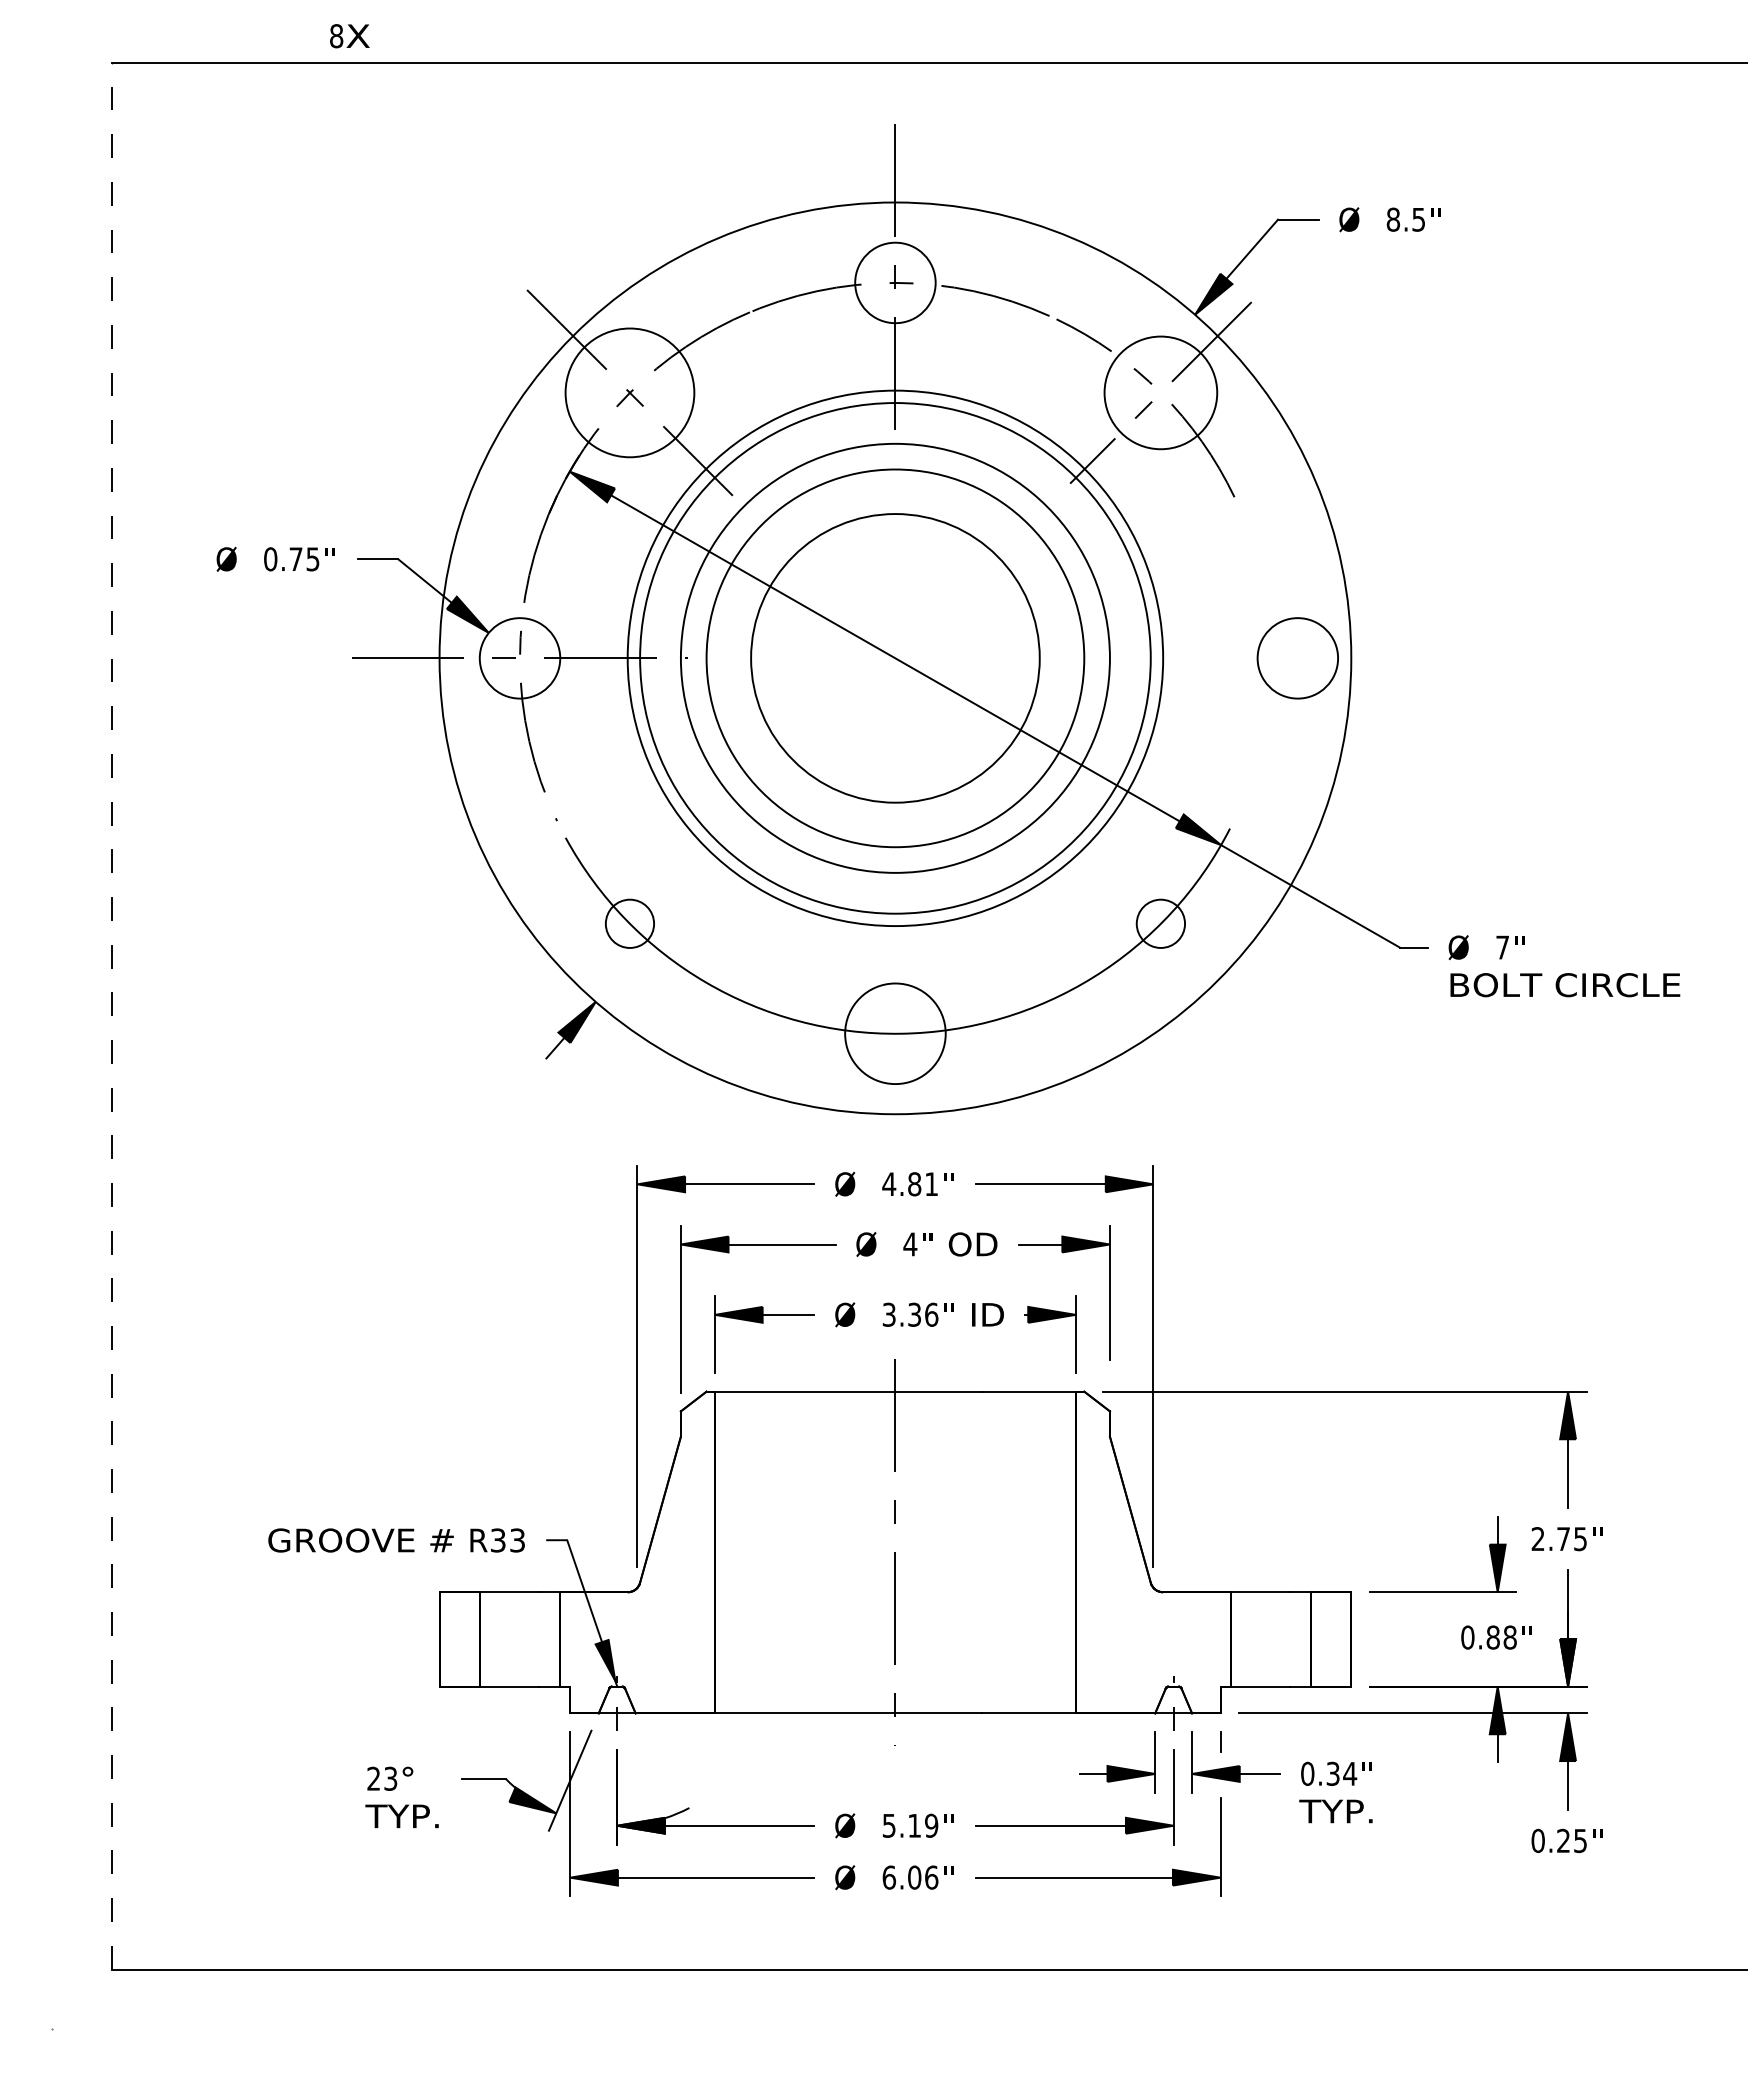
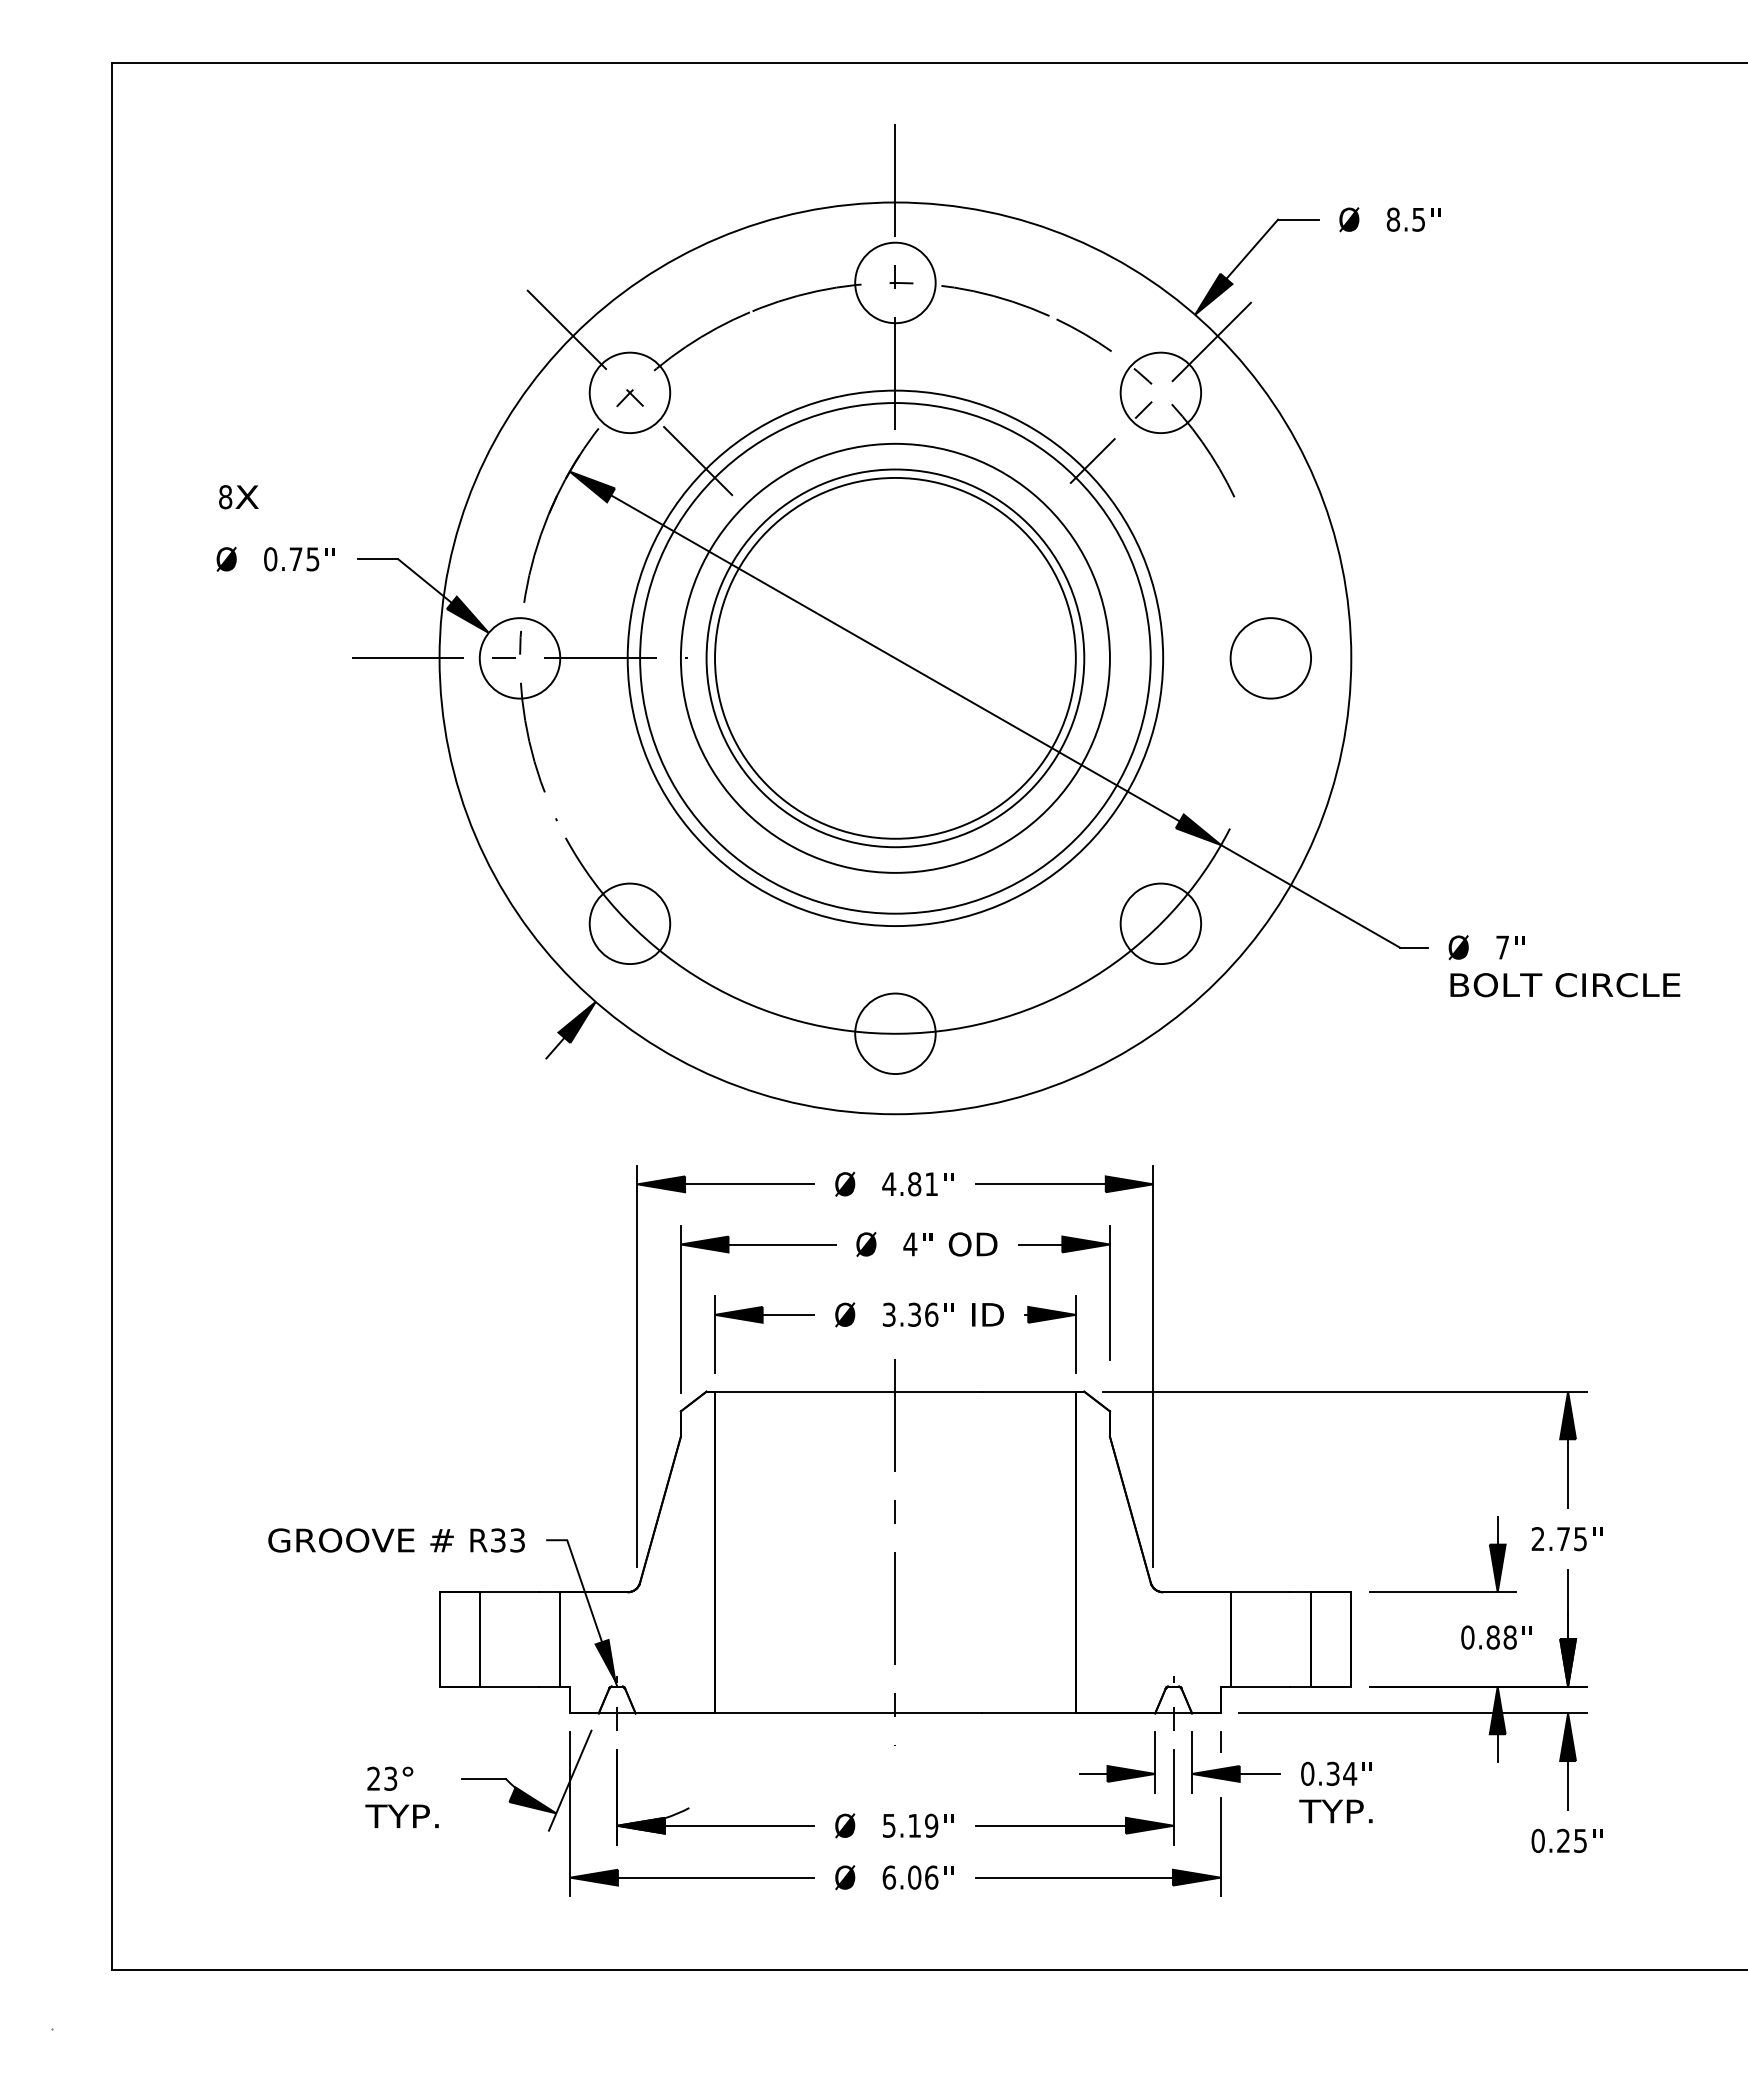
text at (349, 36) position: (349, 36) -> (238, 497)
circle at (629, 392) diameter: 129 px -> 80 px
circle at (1160, 392) diameter: 113 px -> 80 px
circle at (895, 658) diameter: 289 px -> 361 px
circle at (1297, 658) position: (1297, 658) -> (1270, 658)
circle at (629, 923) diameter: 48 px -> 80 px
circle at (1160, 923) diameter: 48 px -> 80 px
line at (111, 1015): dashed -> solid
circle at (895, 1033) diameter: 101 px -> 80 px
